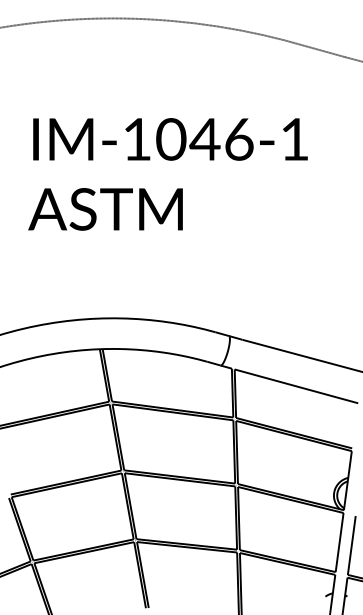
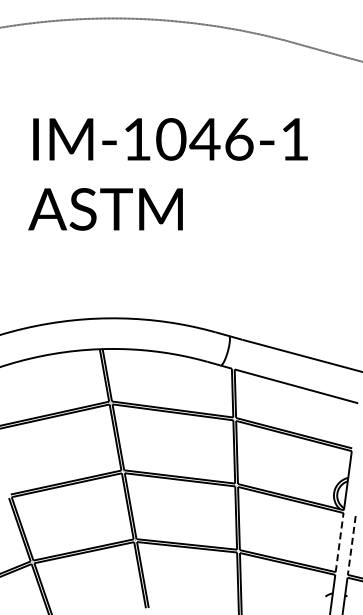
line at (339, 542): solid -> dashed
line at (351, 545): solid -> dashed
